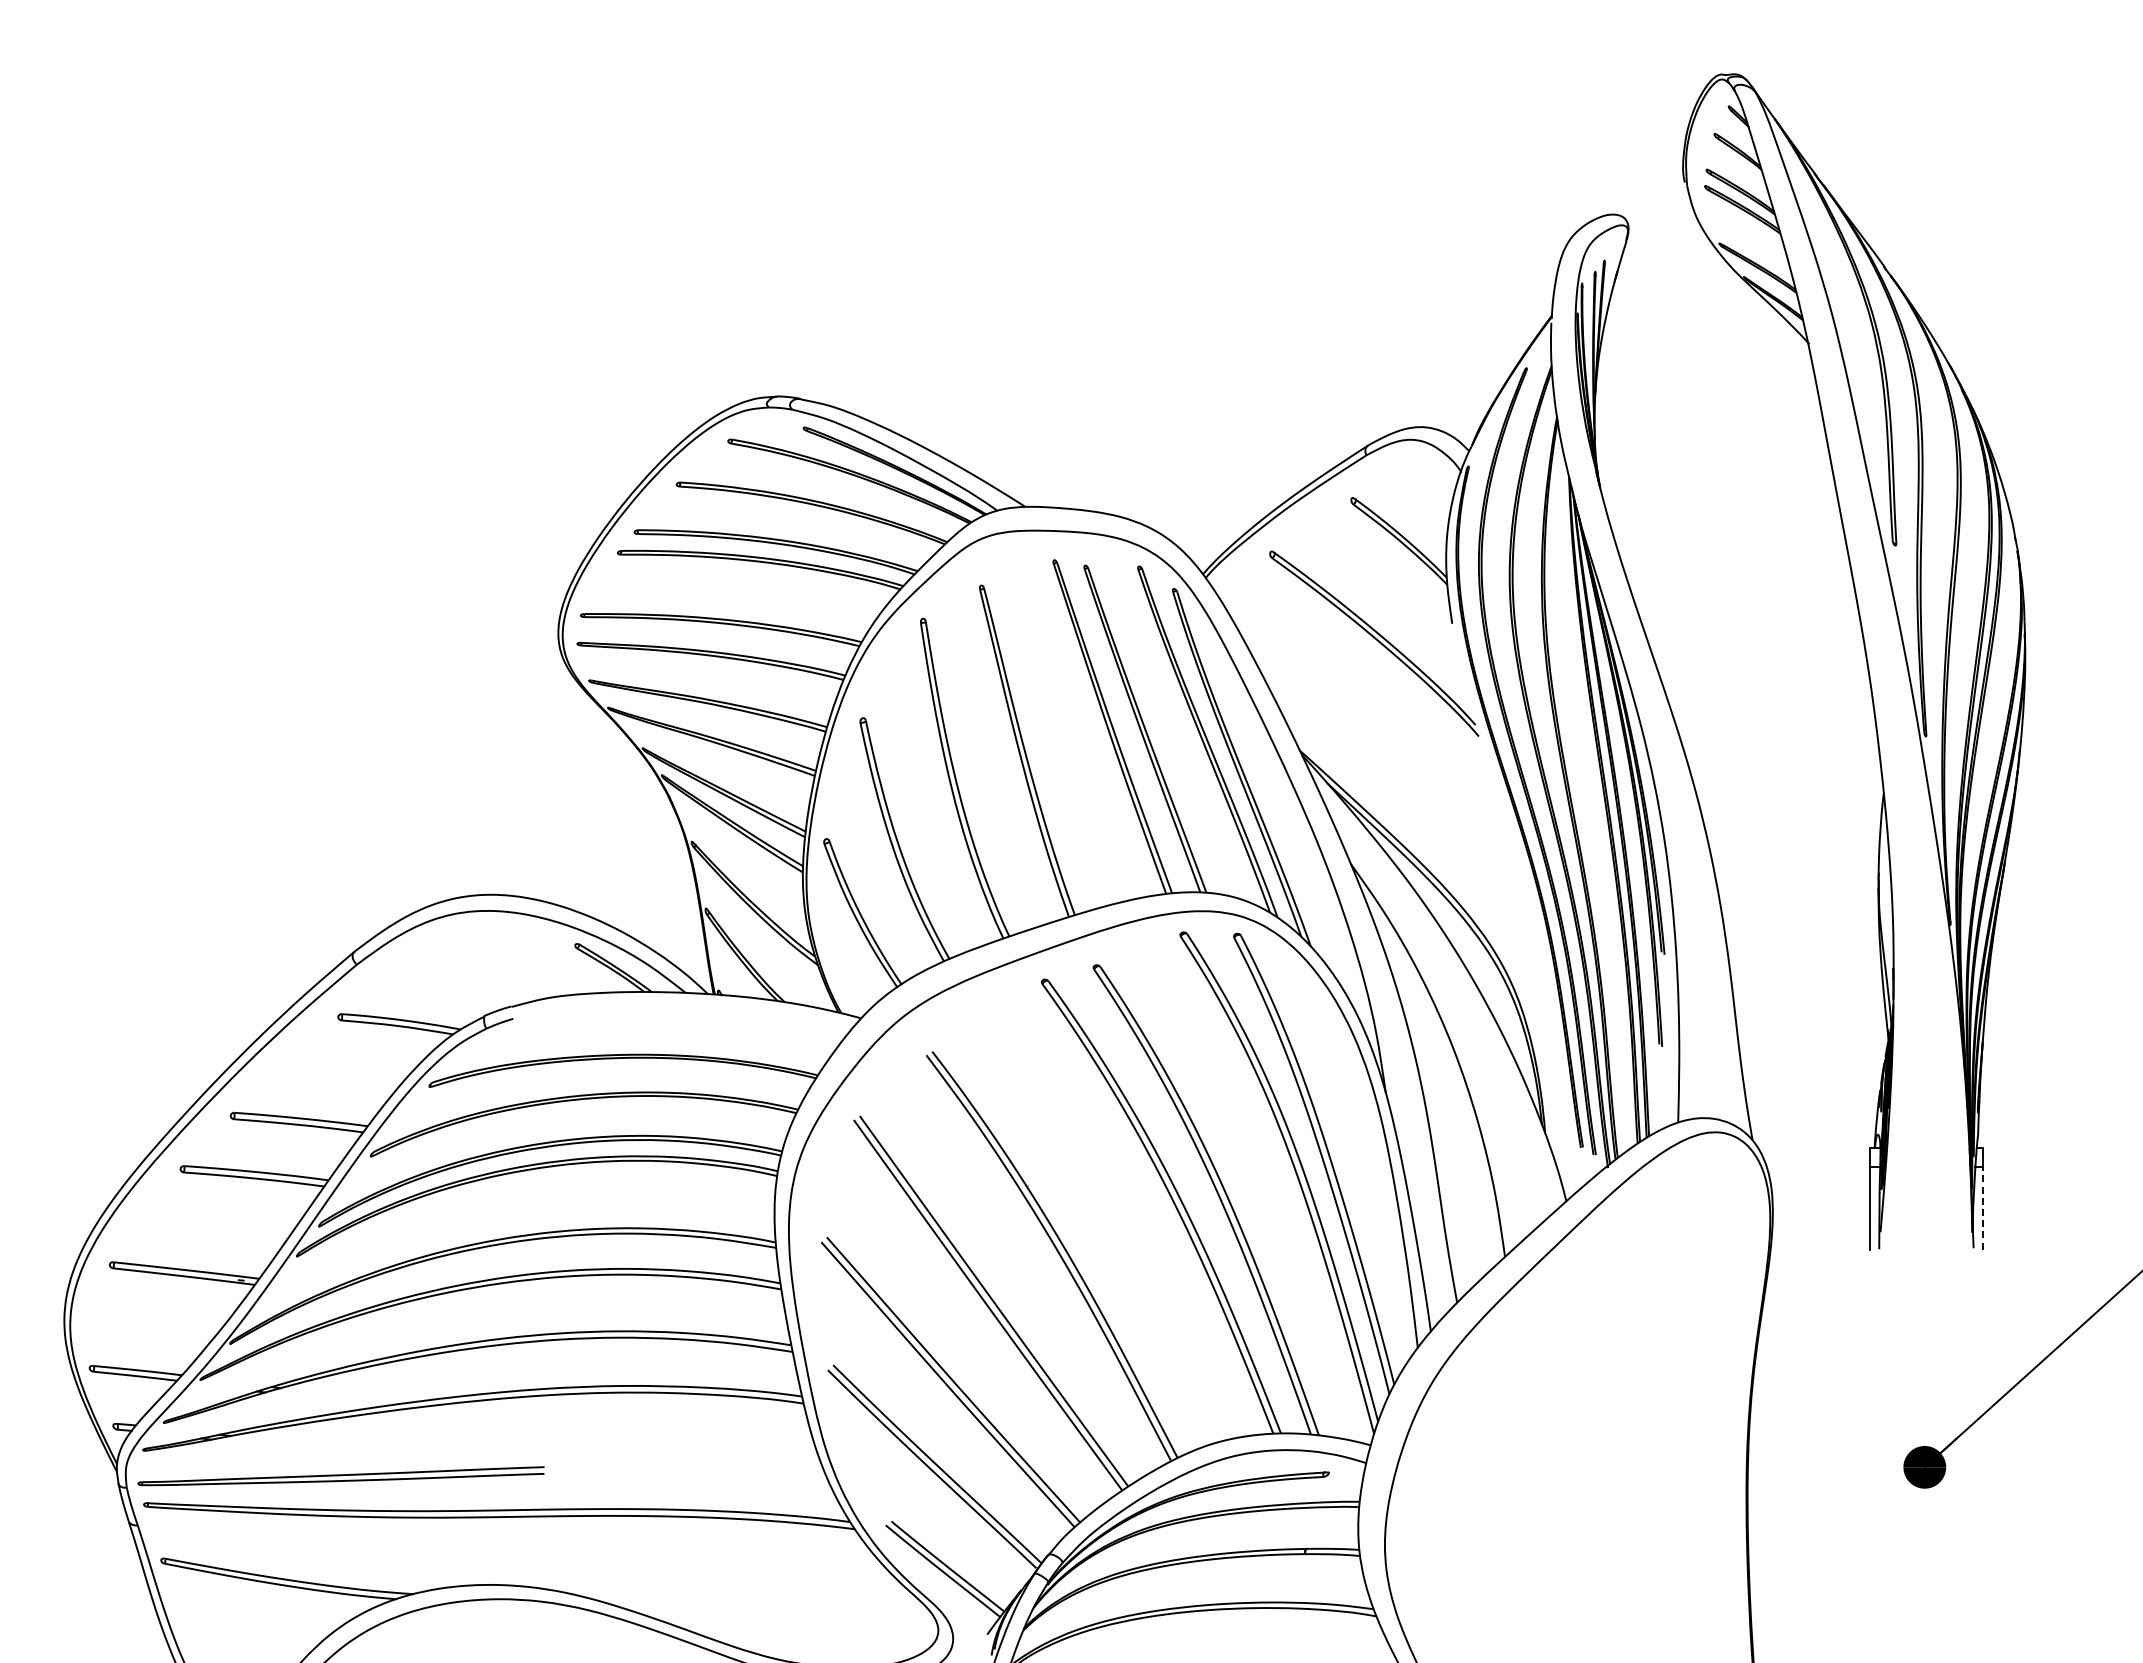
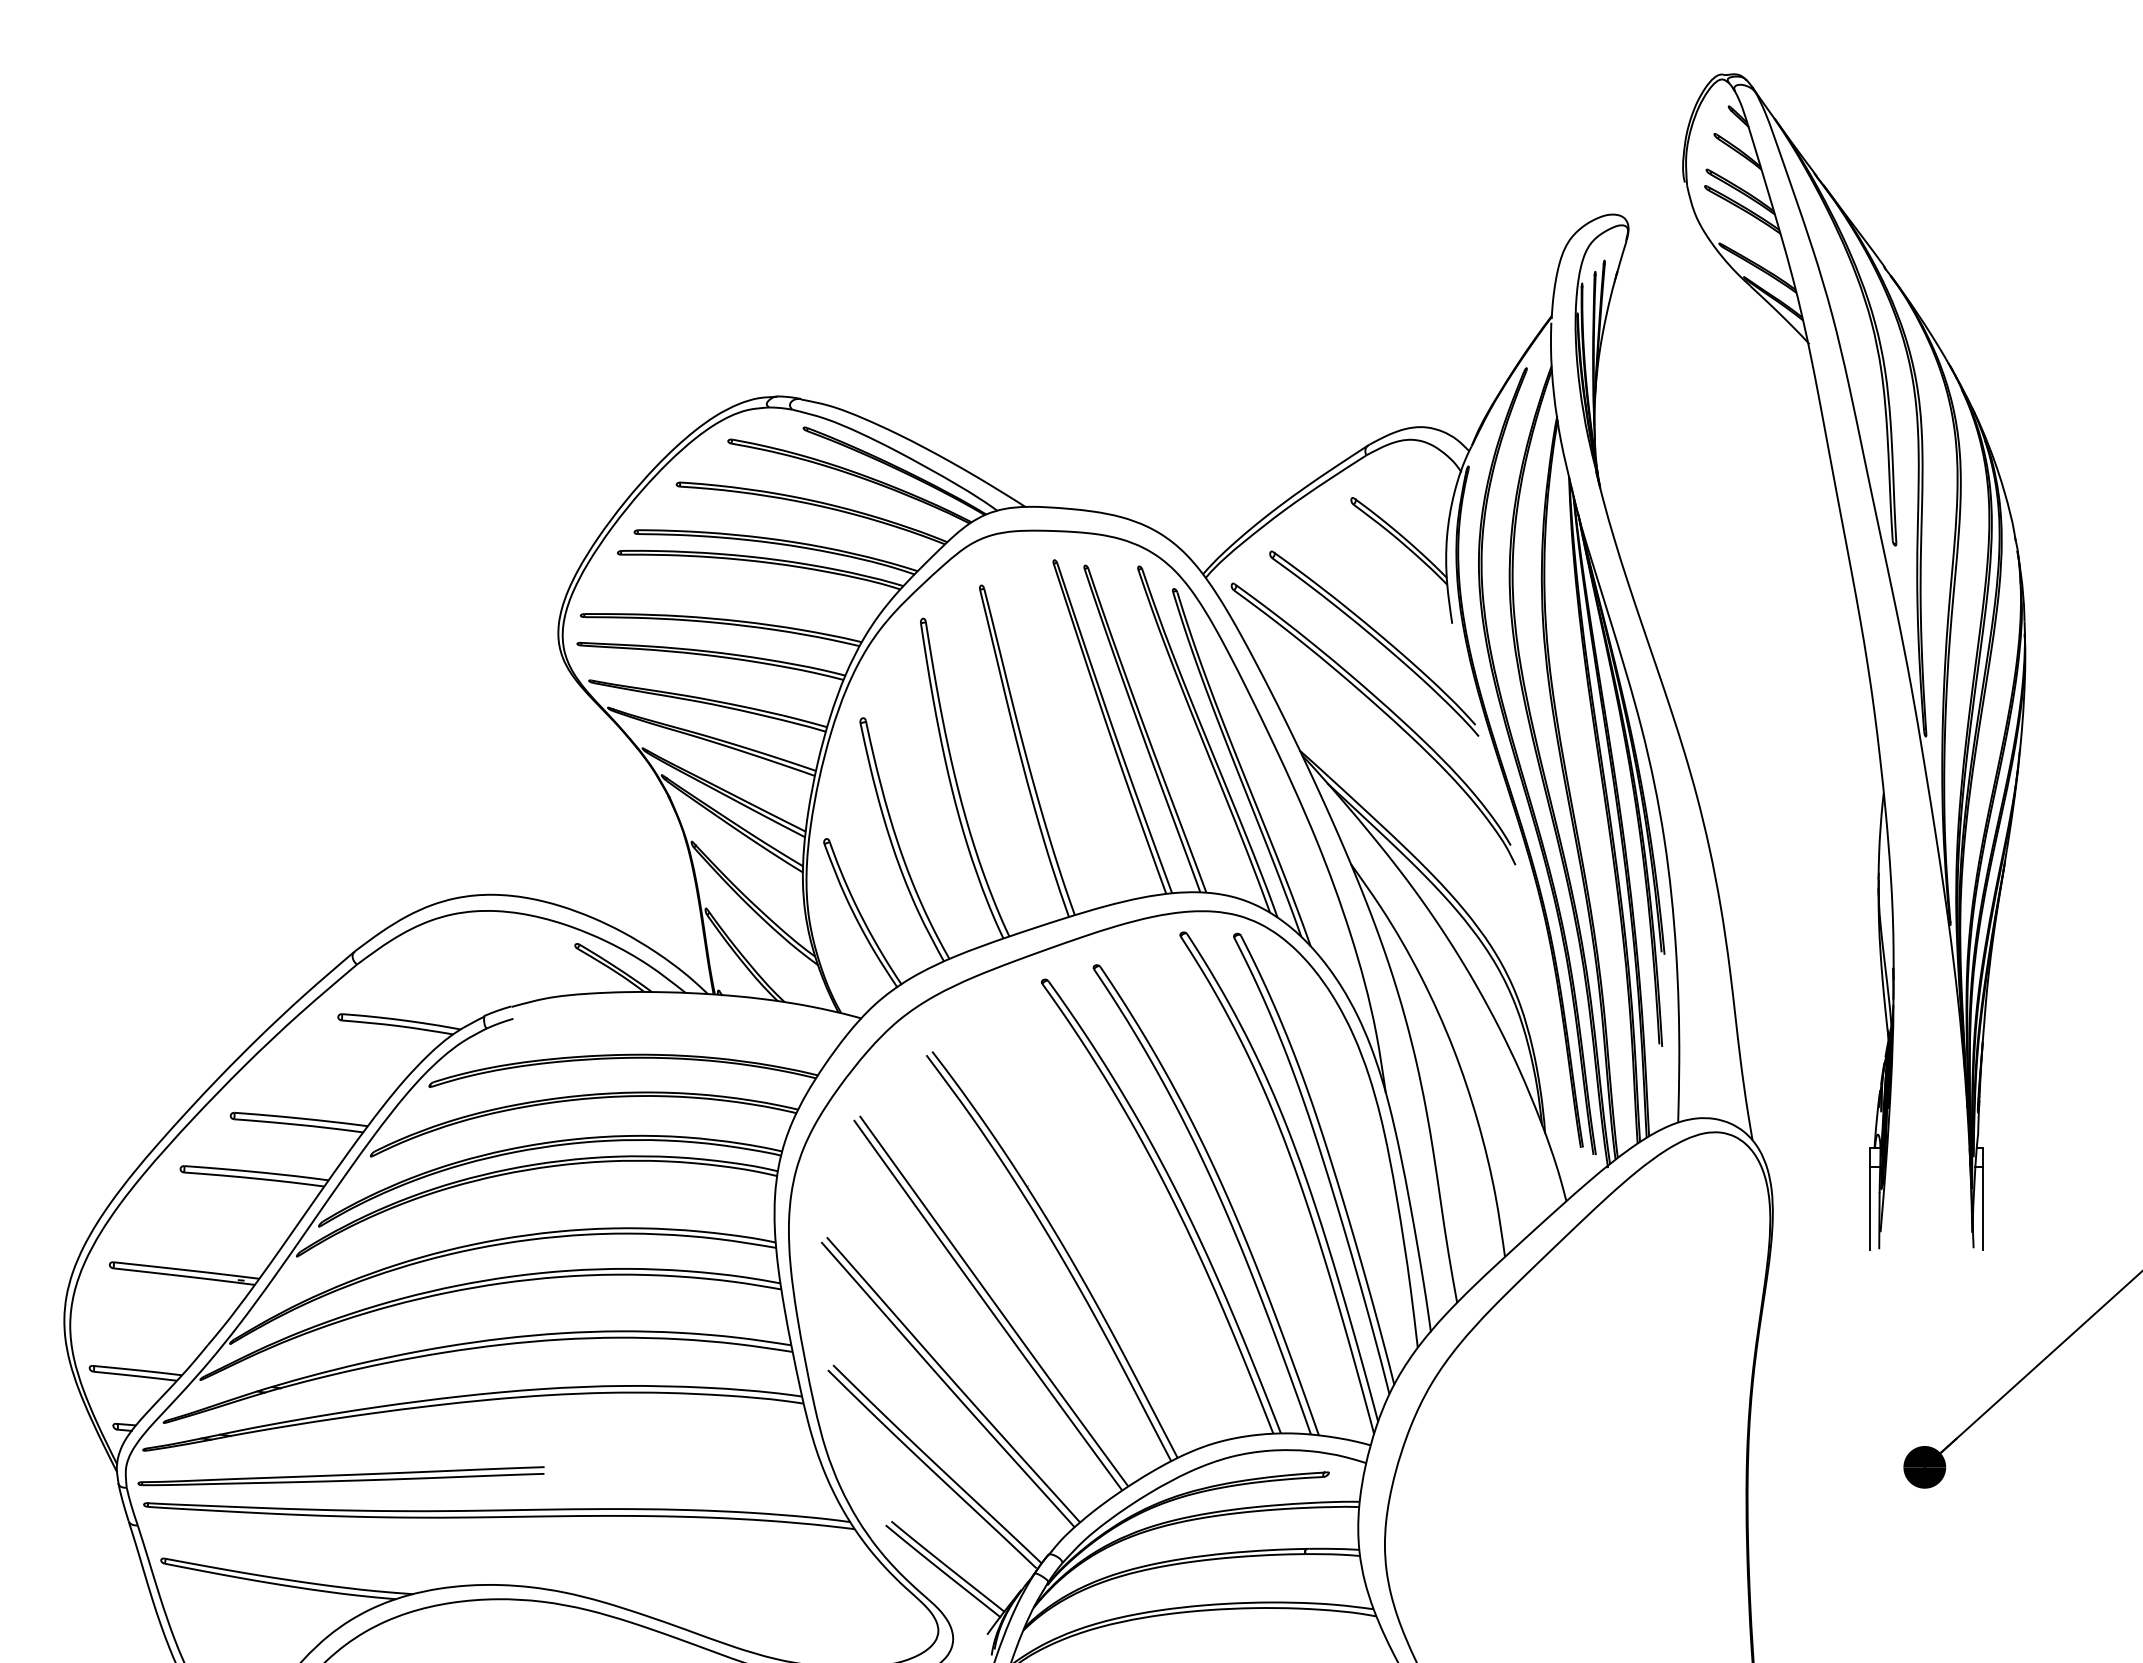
part at (1381, 711): none -> present
line at (1983, 1207): dashed -> solid
